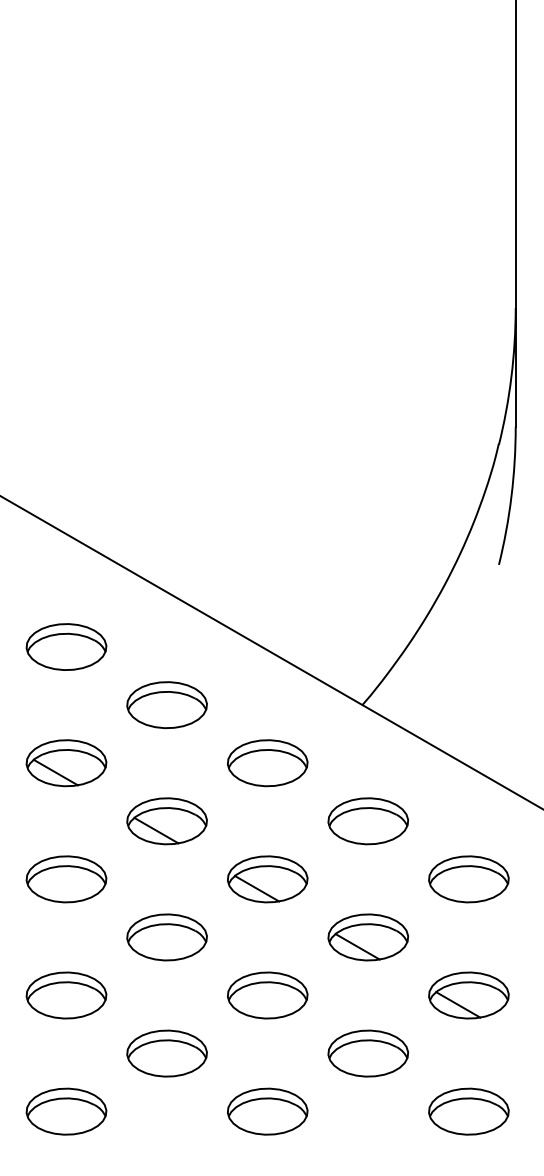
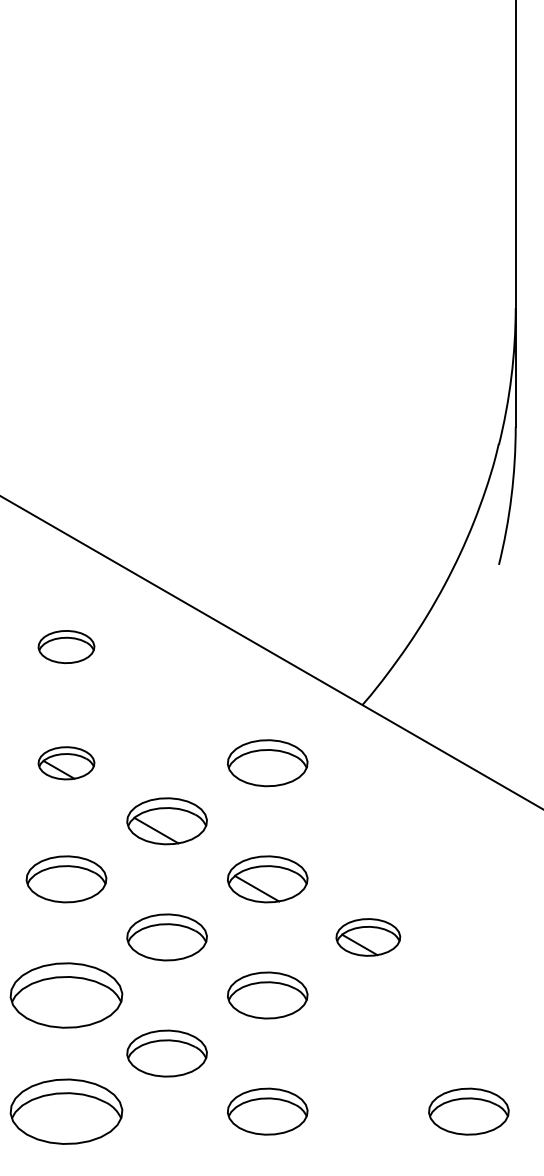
part at (66, 646) size: 83x48 px -> 59x34 px
part at (166, 705): present -> none
part at (66, 763) size: 83x49 px -> 59x35 px
part at (367, 821): present -> none
part at (468, 879): present -> none
part at (368, 937) size: 83x49 px -> 67x39 px
part at (66, 995) size: 83x49 px -> 115x67 px
part at (468, 995): present -> none
part at (368, 1053): present -> none
part at (66, 1111) size: 83x49 px -> 115x67 px
